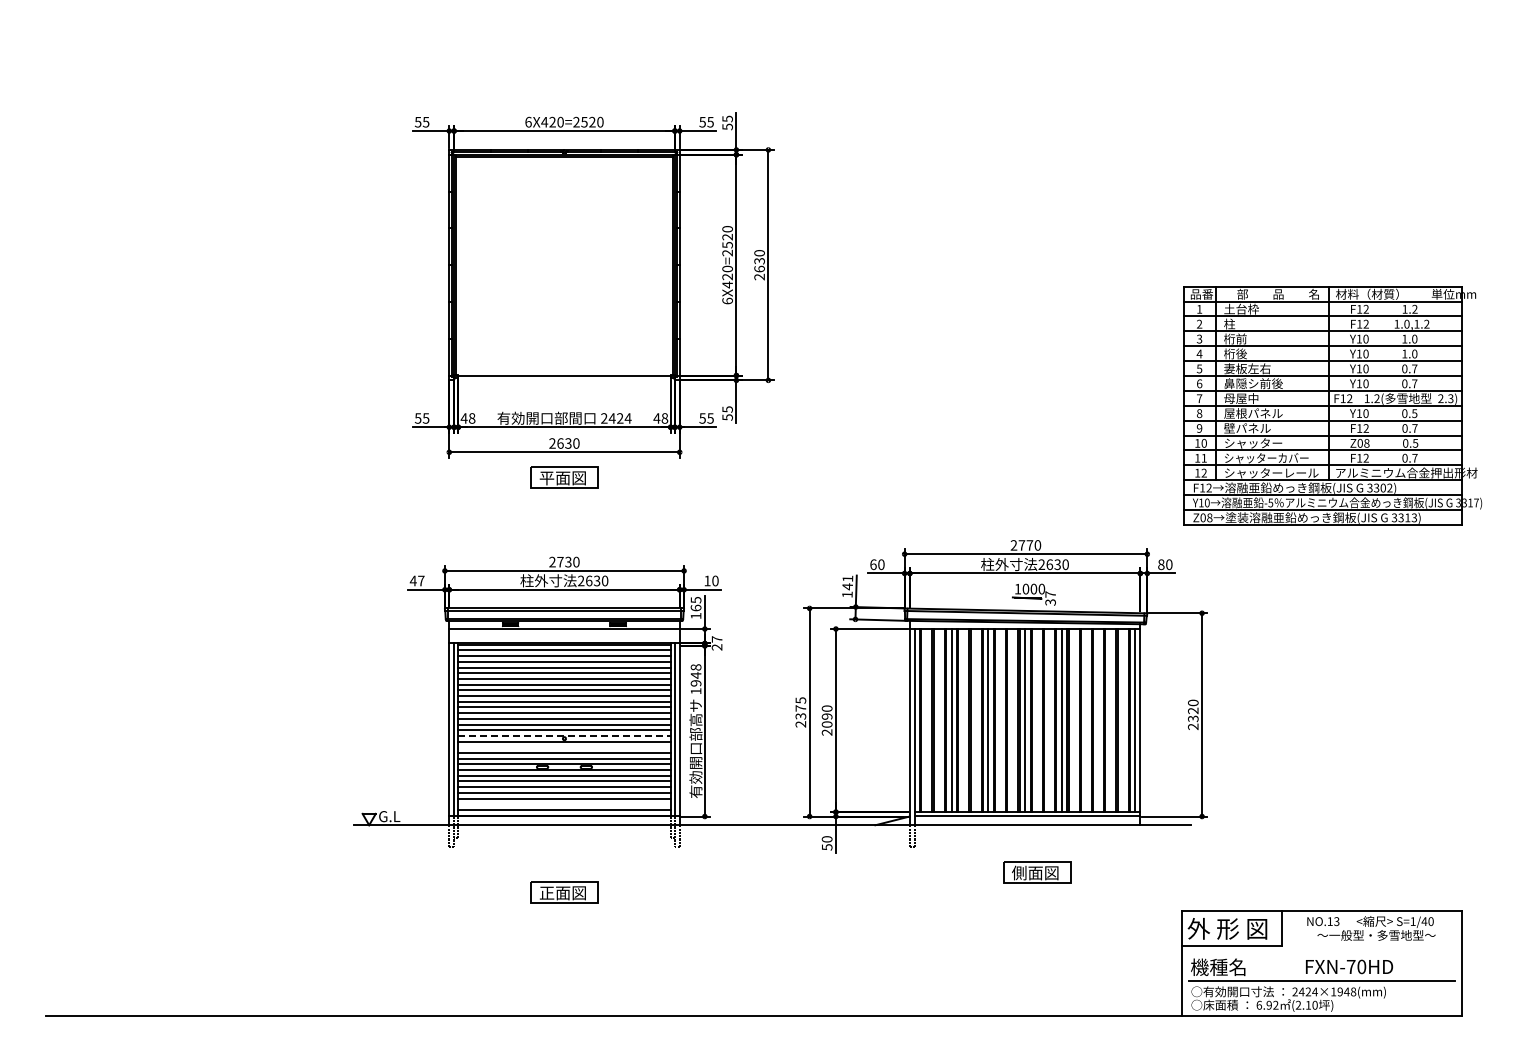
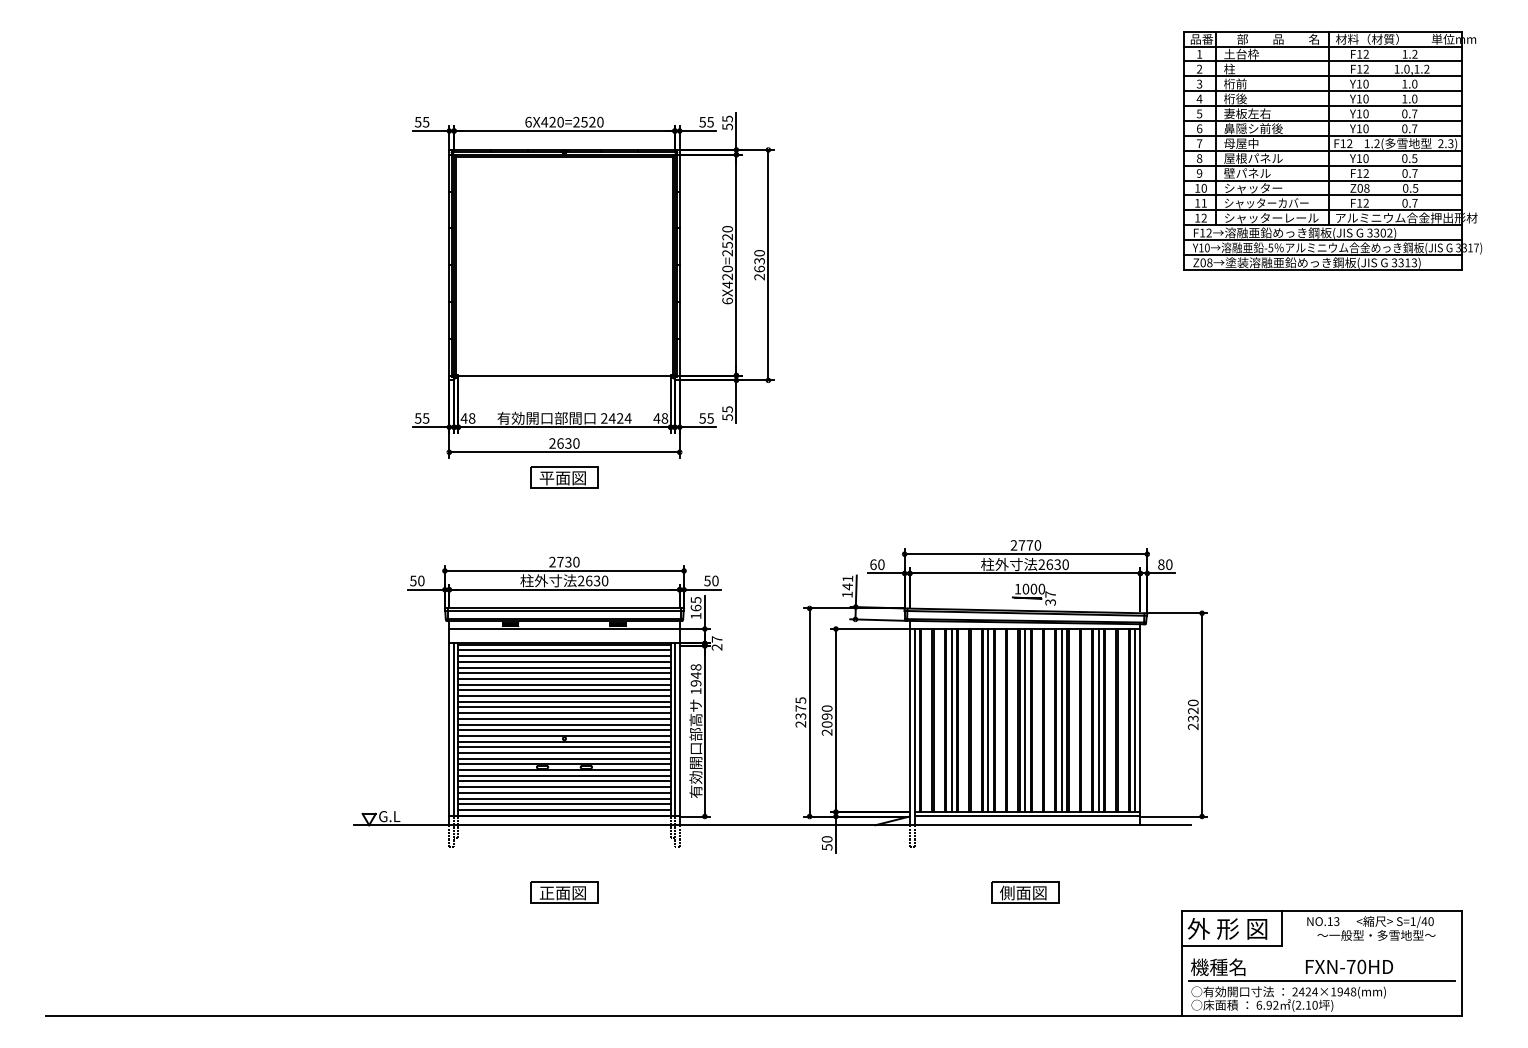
part at (1332, 405) position: (1332, 405) -> (1332, 150)
text at (416, 580): 47 -> 50
text at (707, 580): 10 -> 50
line at (1098, 720): none -> present
line at (564, 735): dashed -> solid
line at (564, 747): none -> present
line at (564, 804): none -> present
part at (1037, 872) position: (1037, 872) -> (1025, 892)
